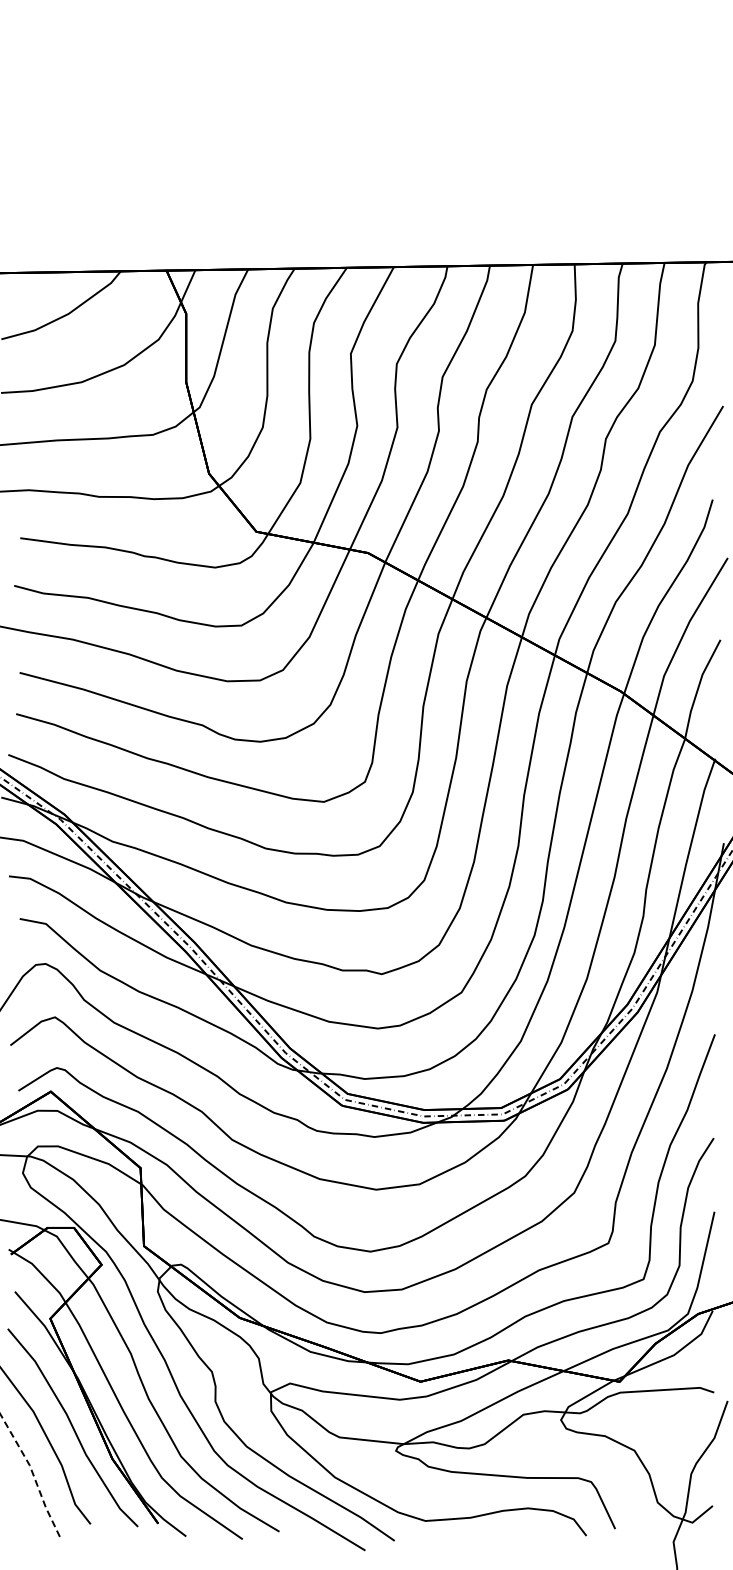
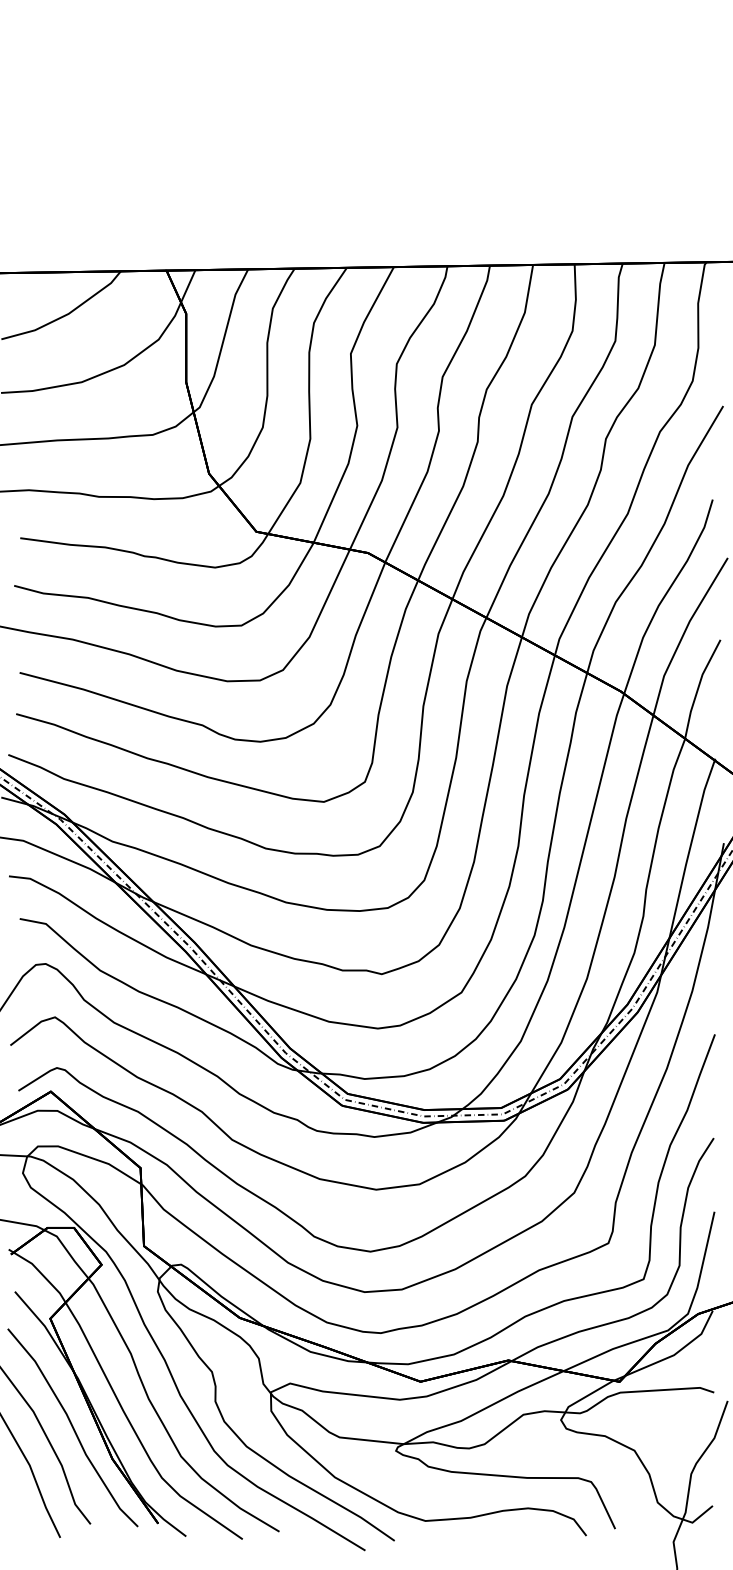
line at (33, 1474): dashed -> solid
